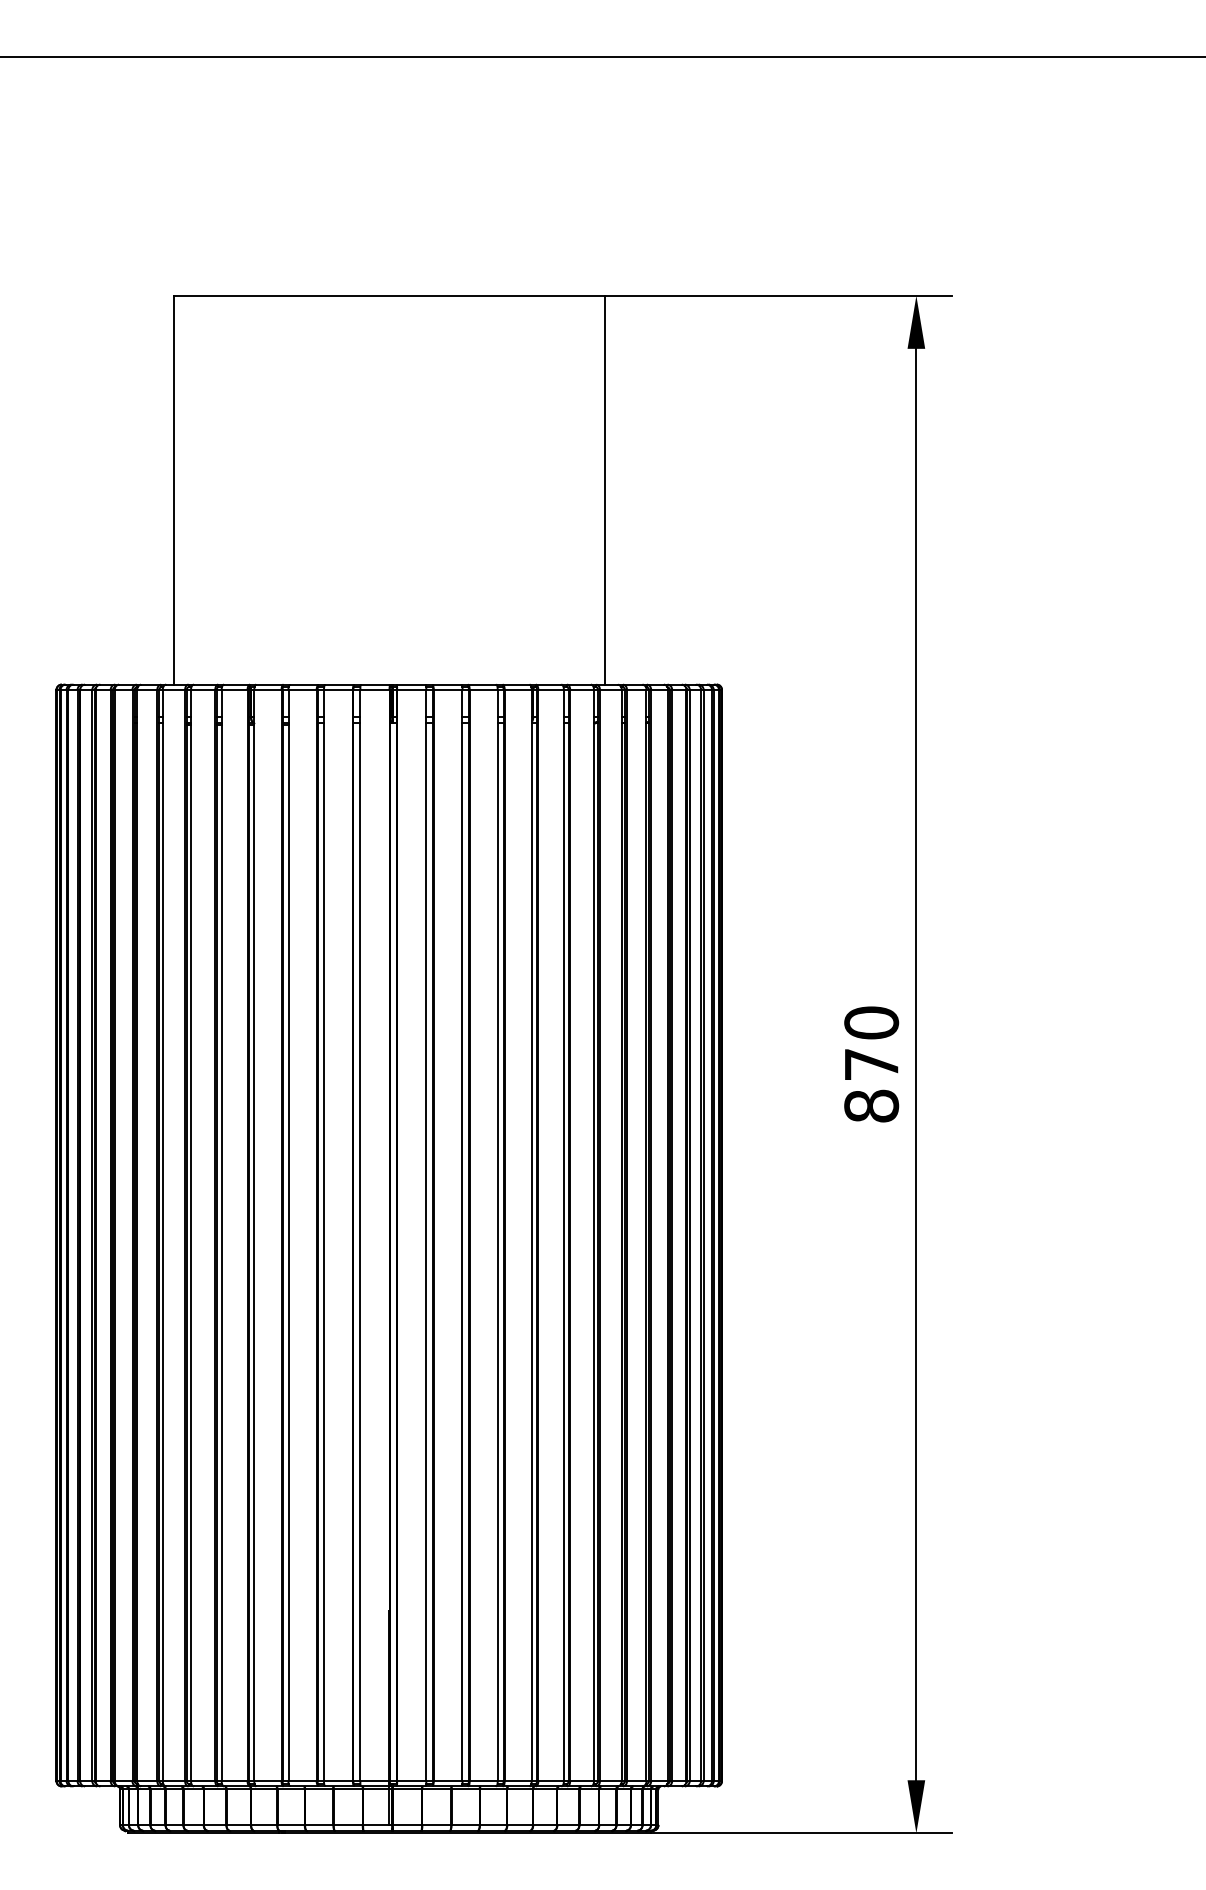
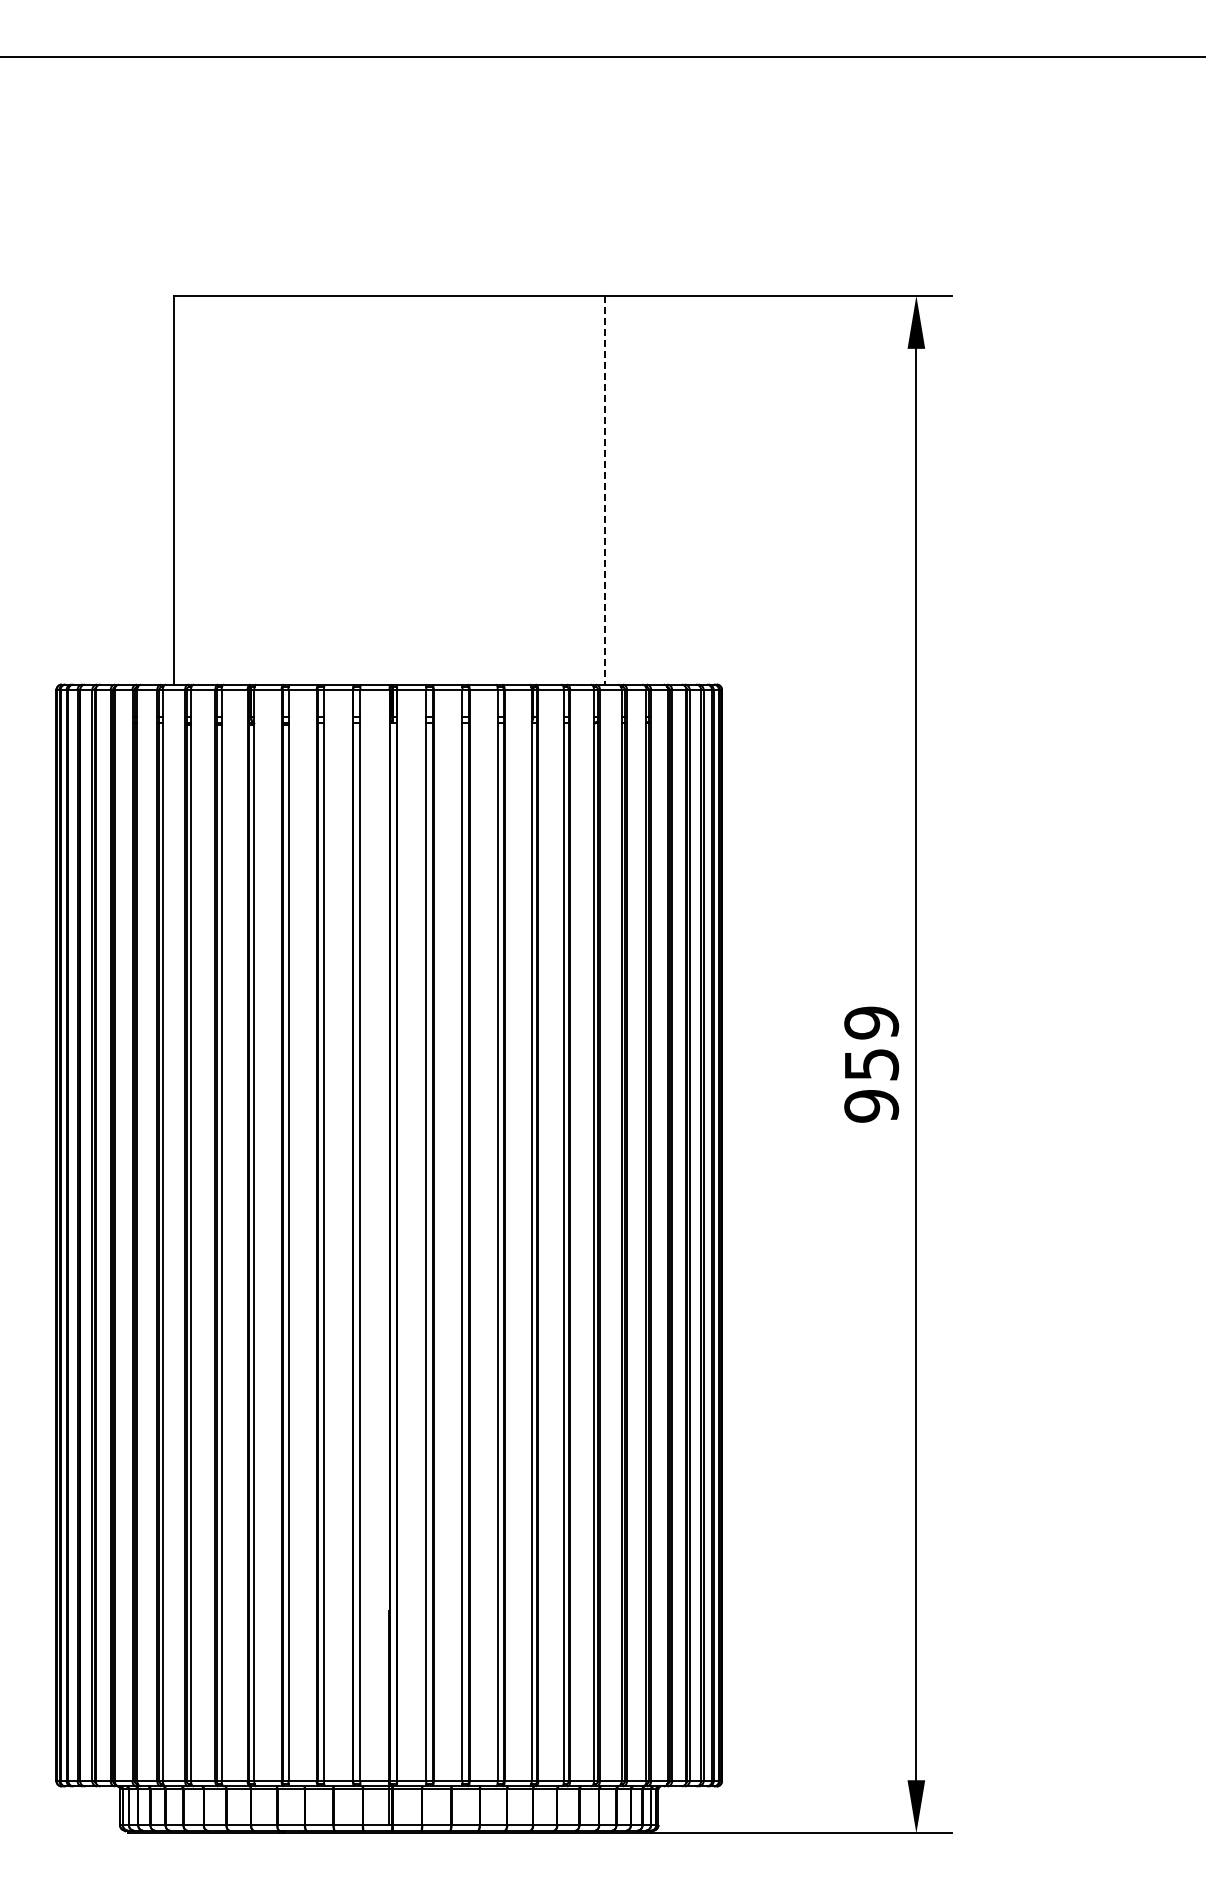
line at (605, 490): solid -> dashed
text at (871, 1064): 870 -> 959
